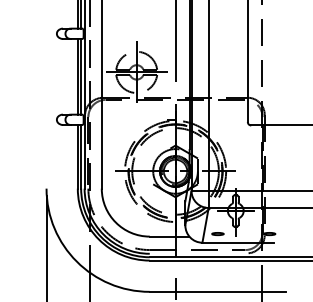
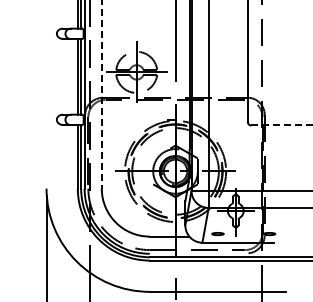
line at (101, 94): solid -> dashed
line at (282, 125): solid -> dashed
